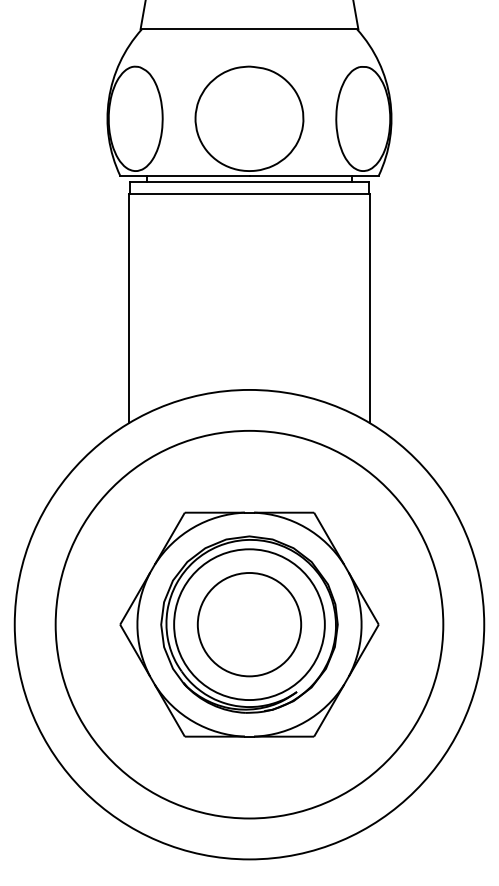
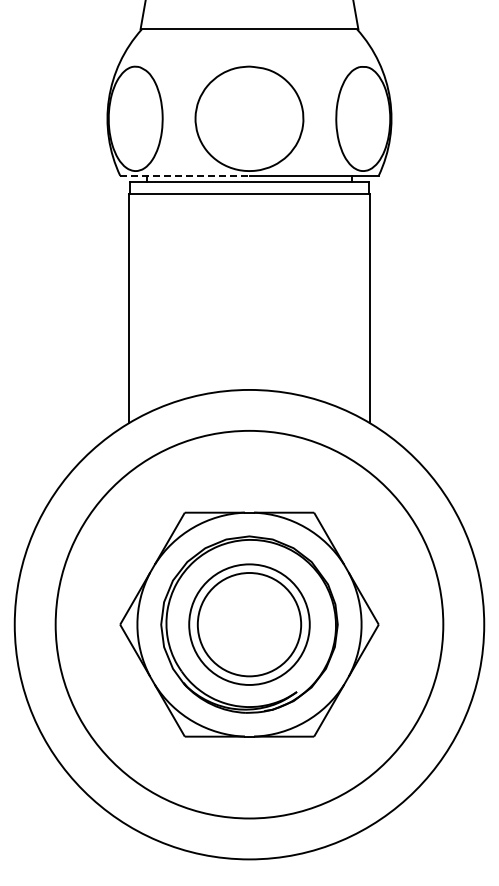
line at (184, 175): solid -> dashed
circle at (249, 624) diameter: 151 px -> 121 px
